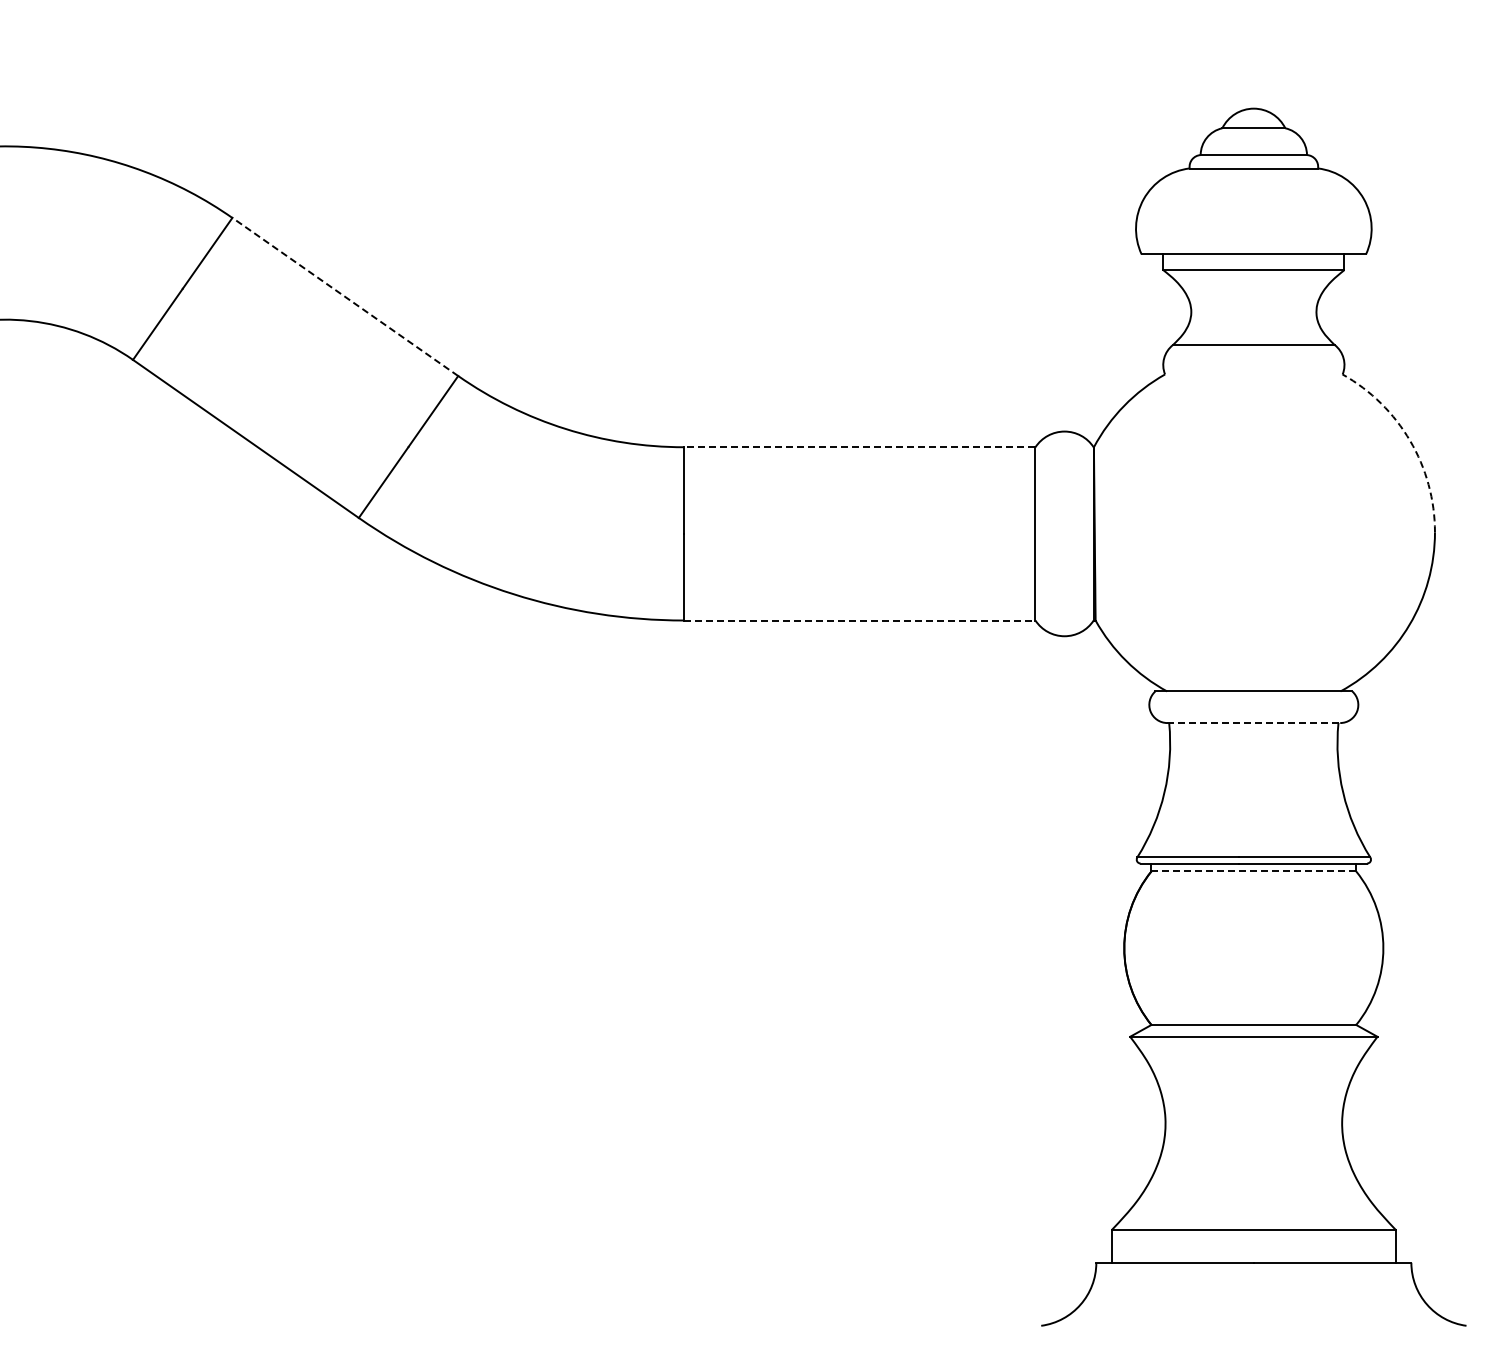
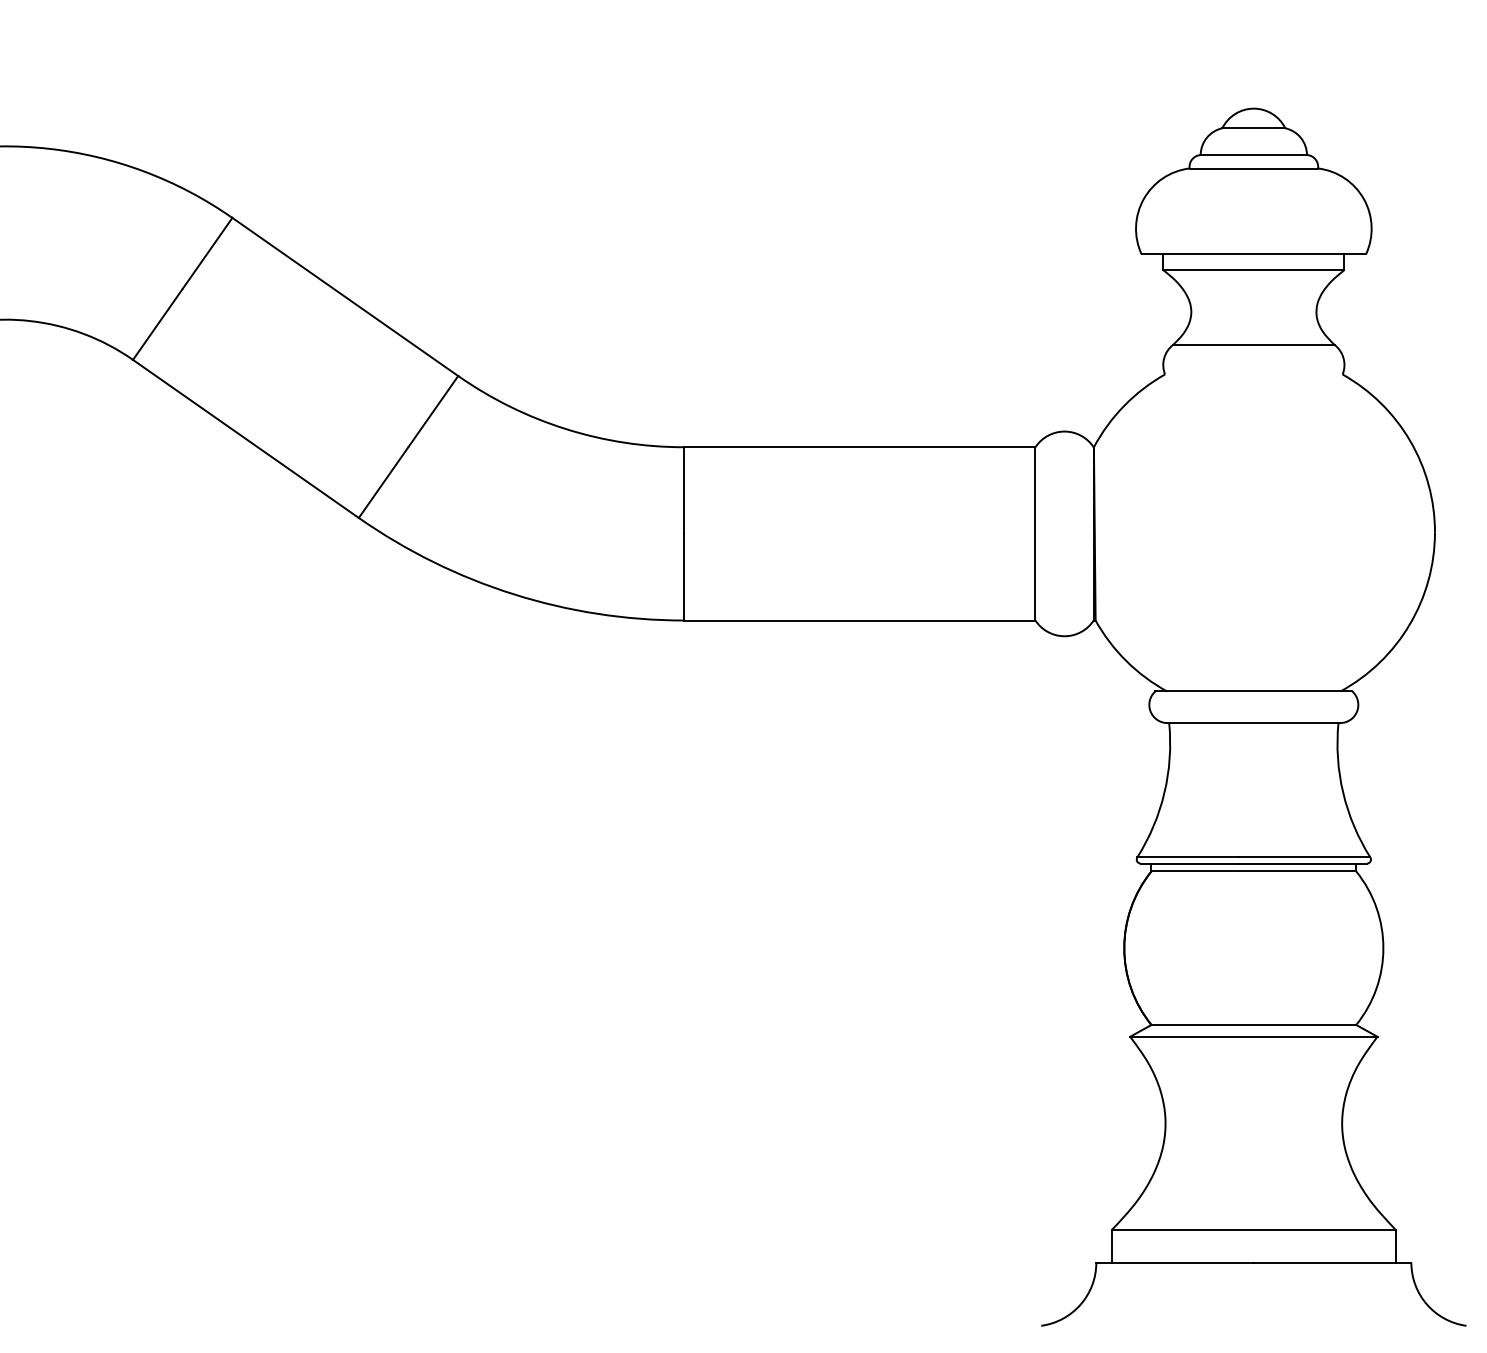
line at (345, 296): dashed -> solid
arc at (1410, 440): dashed -> solid
line at (859, 447): dashed -> solid
line at (859, 620): dashed -> solid
line at (1254, 723): dashed -> solid
line at (1253, 871): dashed -> solid
